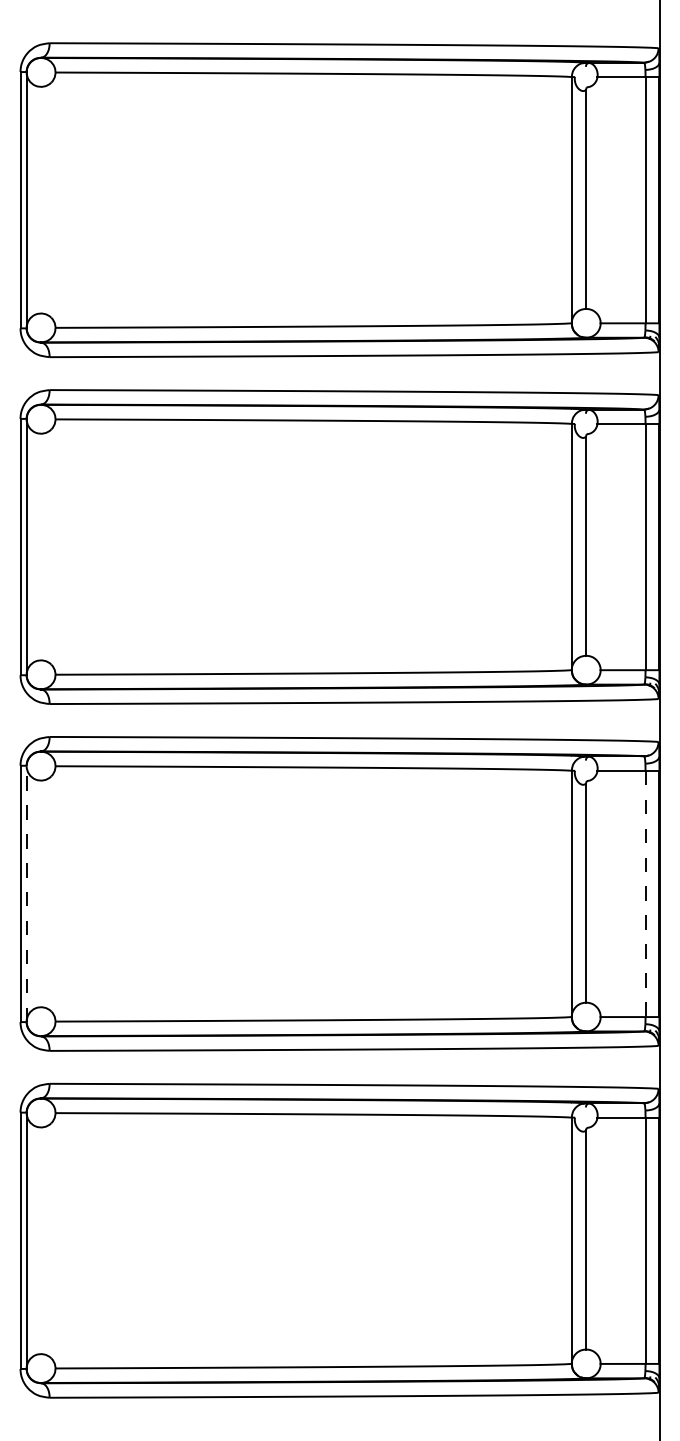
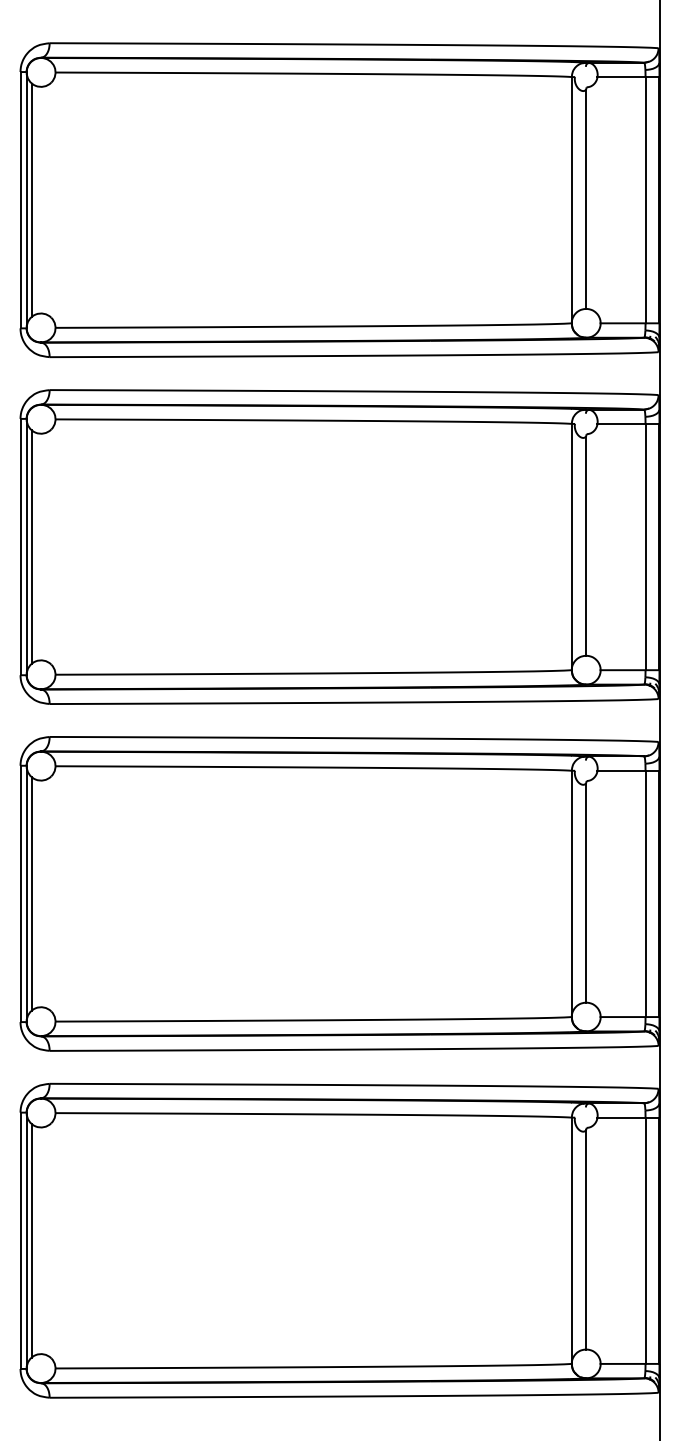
line at (32, 199): none -> present
line at (32, 546): none -> present
line at (26, 893): dashed -> solid
line at (32, 893): none -> present
line at (645, 894): dashed -> solid
line at (32, 1240): none -> present
